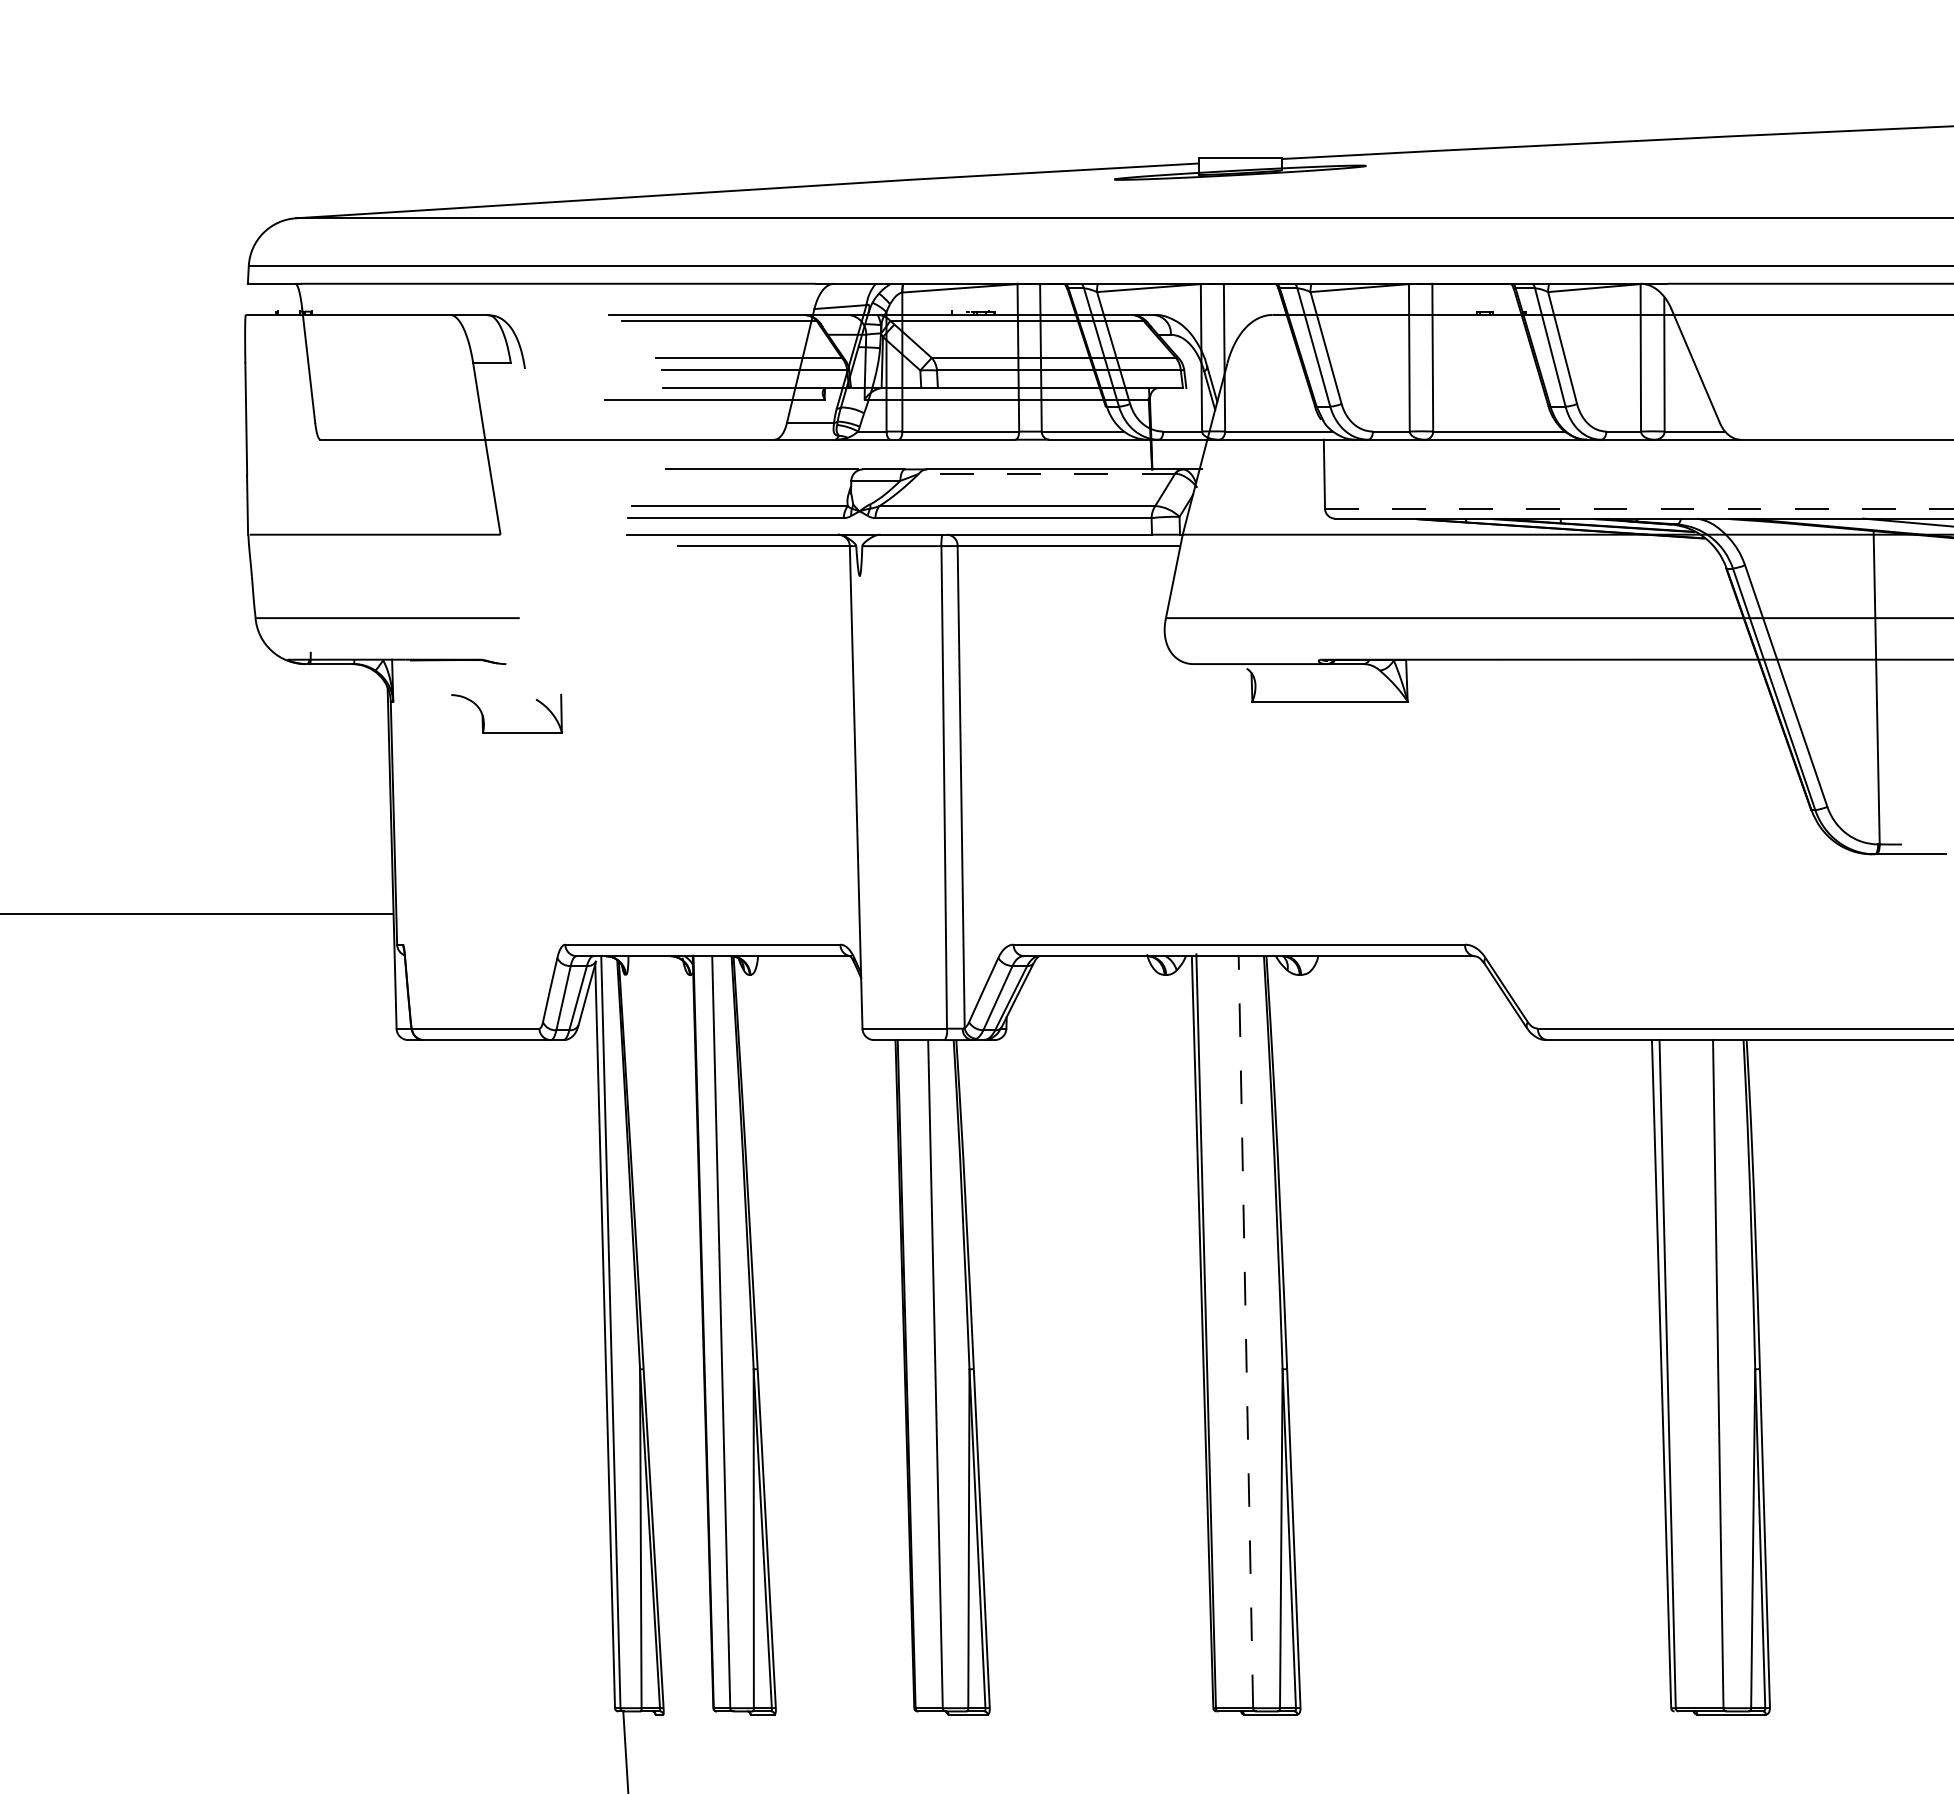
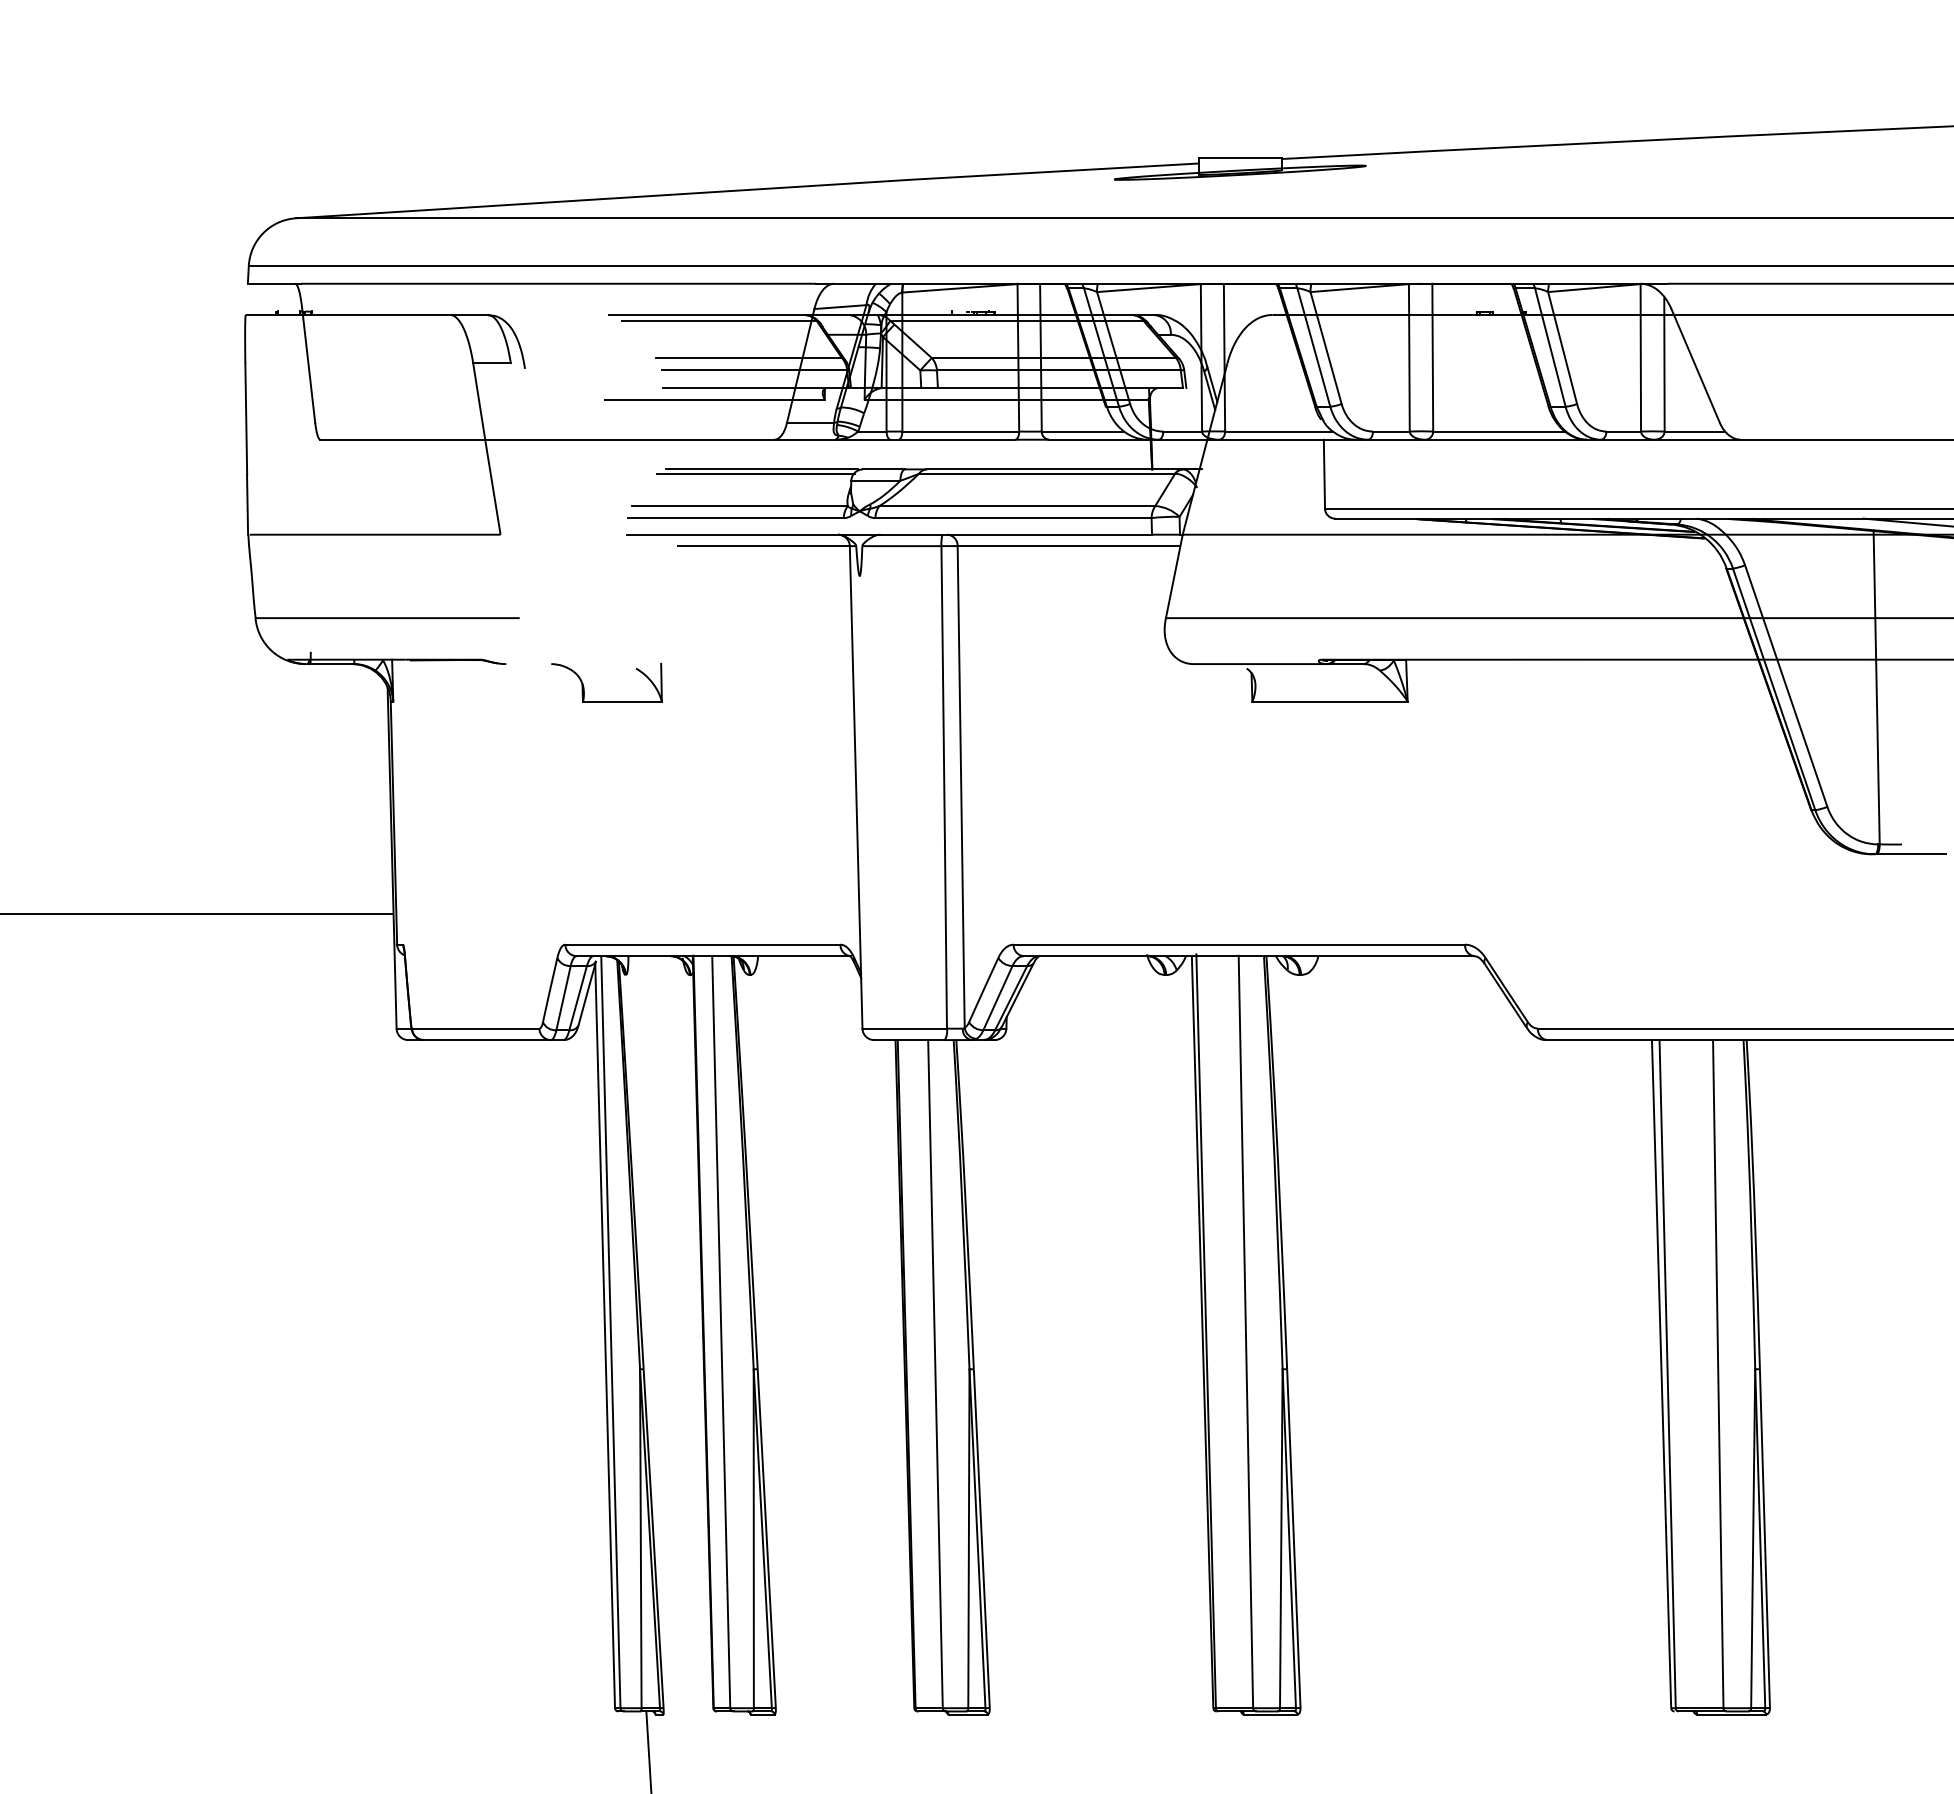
line at (755, 473): none -> present
line at (1046, 473): dashed -> solid
line at (1639, 508): dashed -> solid
part at (506, 732) position: (506, 732) -> (606, 701)
line at (1245, 1331): dashed -> solid
line at (625, 1751) position: (625, 1751) -> (648, 1750)
